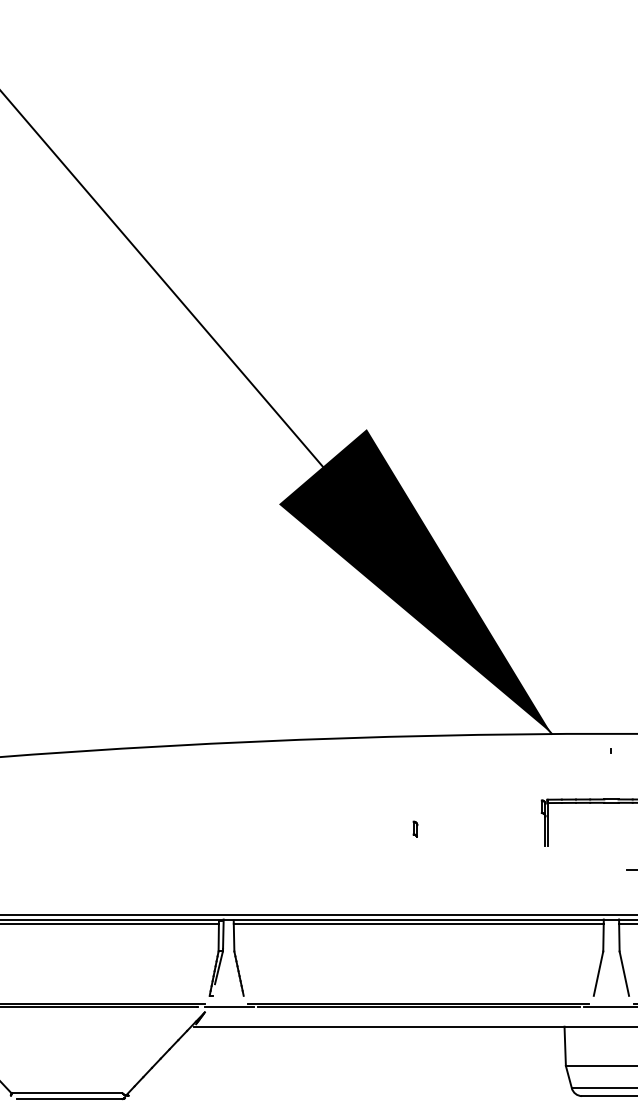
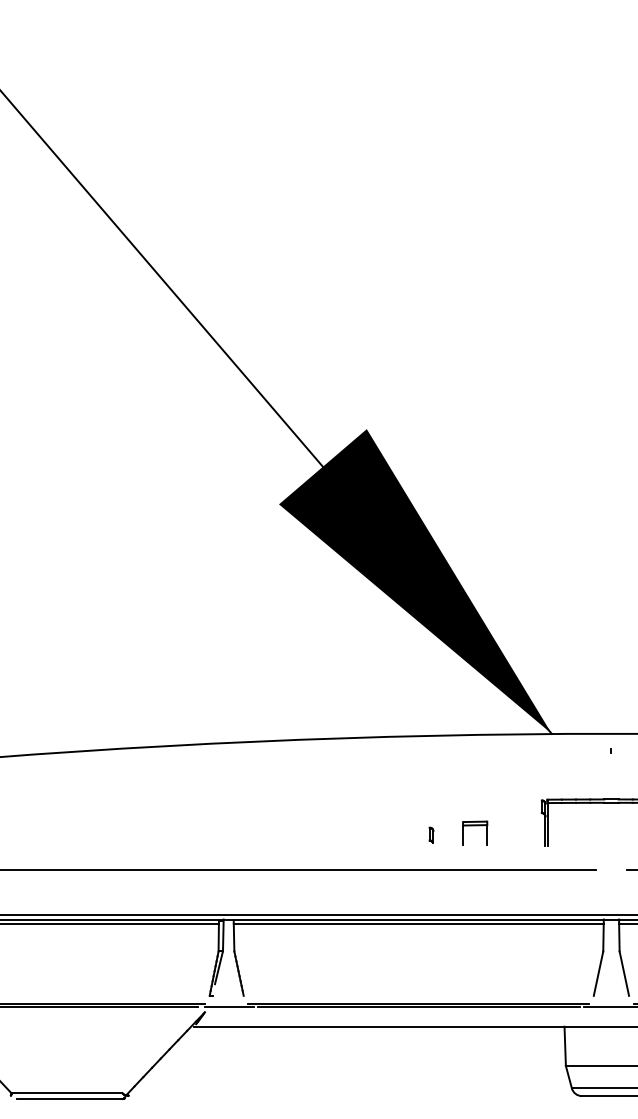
part at (415, 828) position: (415, 828) -> (431, 834)
part at (475, 832): none -> present
line at (298, 869): none -> present
